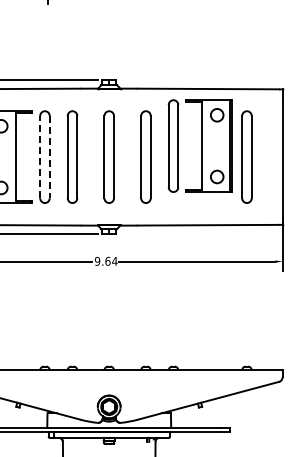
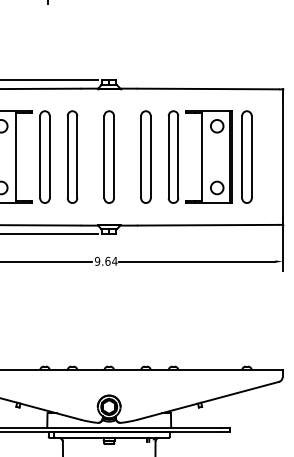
part at (199, 145) position: (199, 145) -> (199, 156)
line at (40, 156): dashed -> solid
line at (49, 157): dashed -> solid
